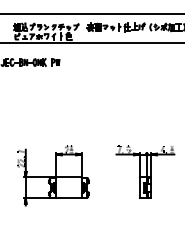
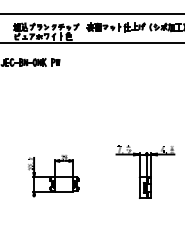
part at (53, 175) size: 73x62 px -> 52x43 px
